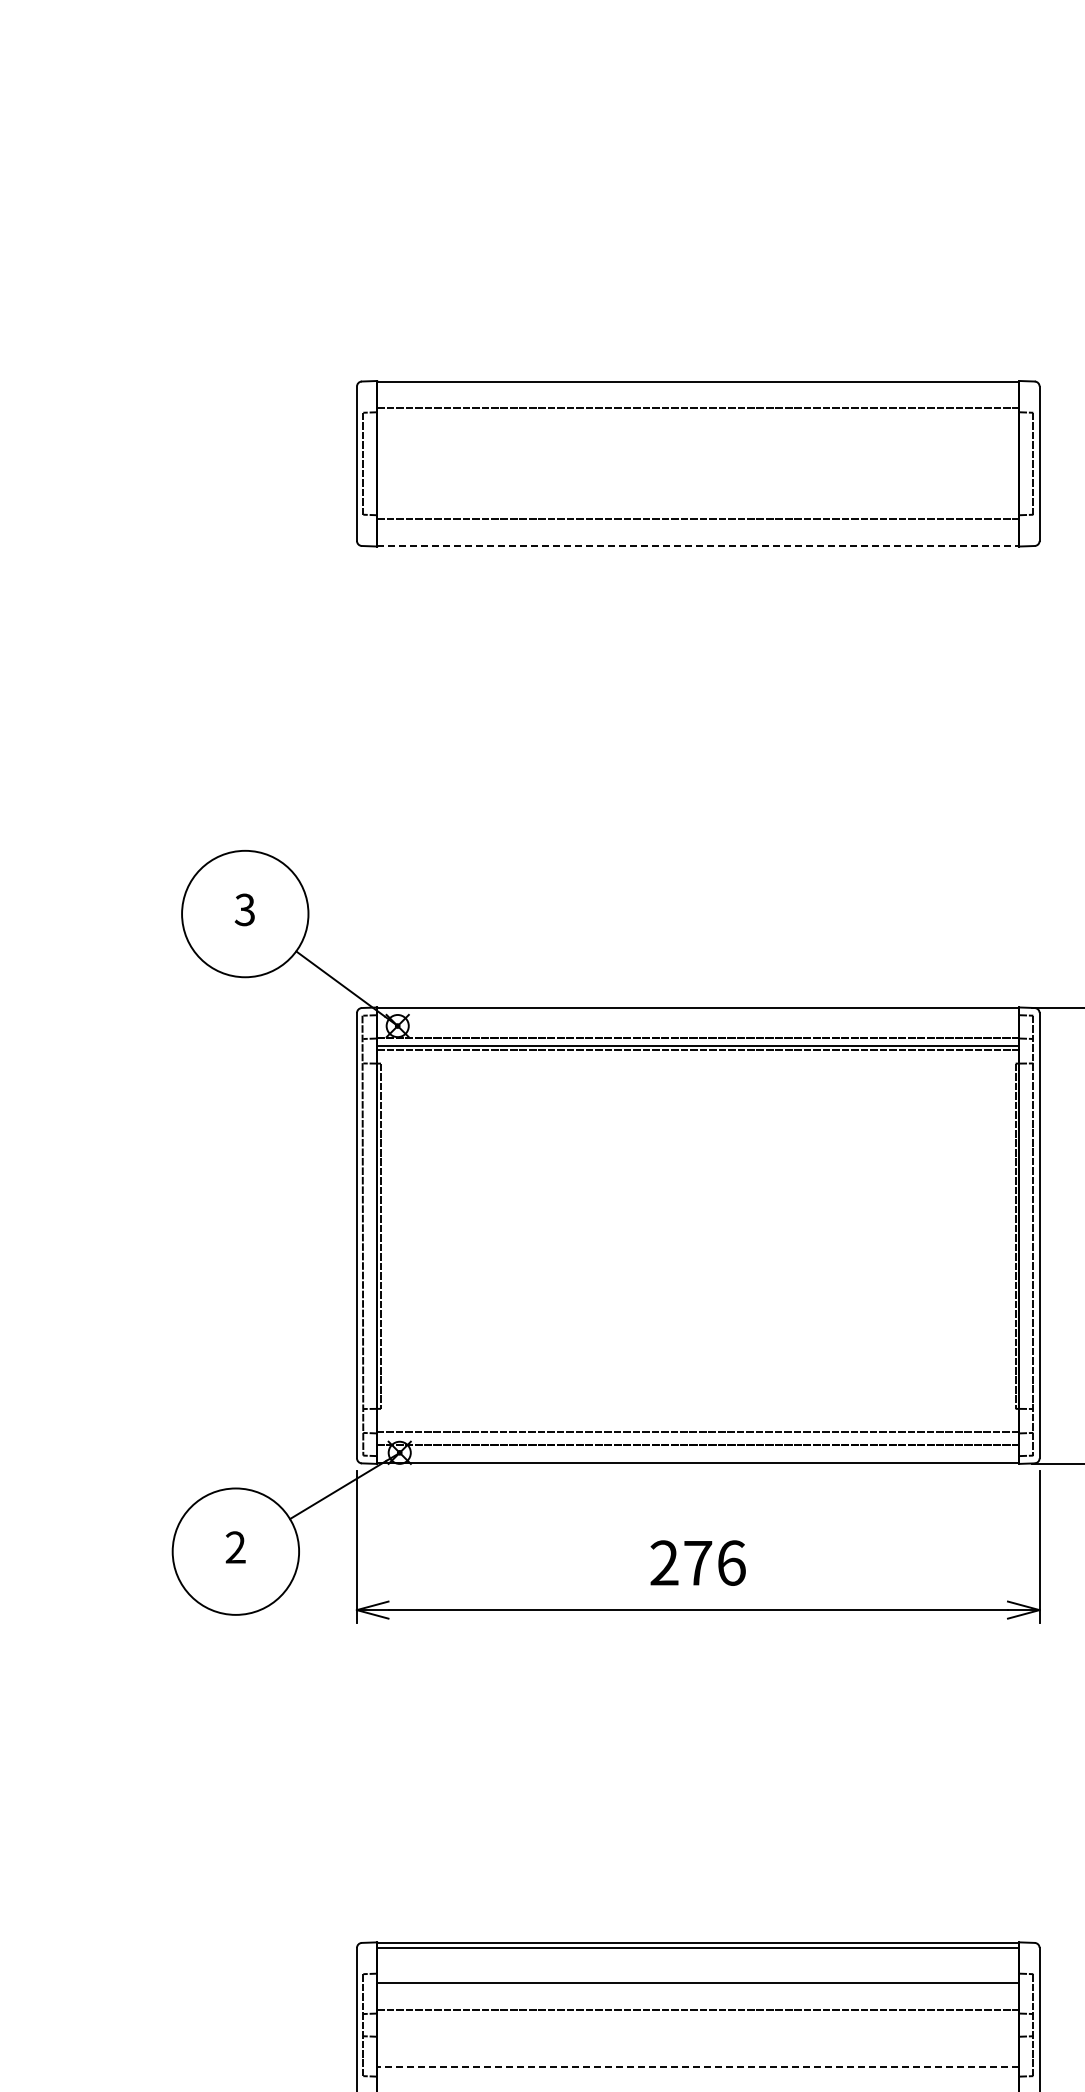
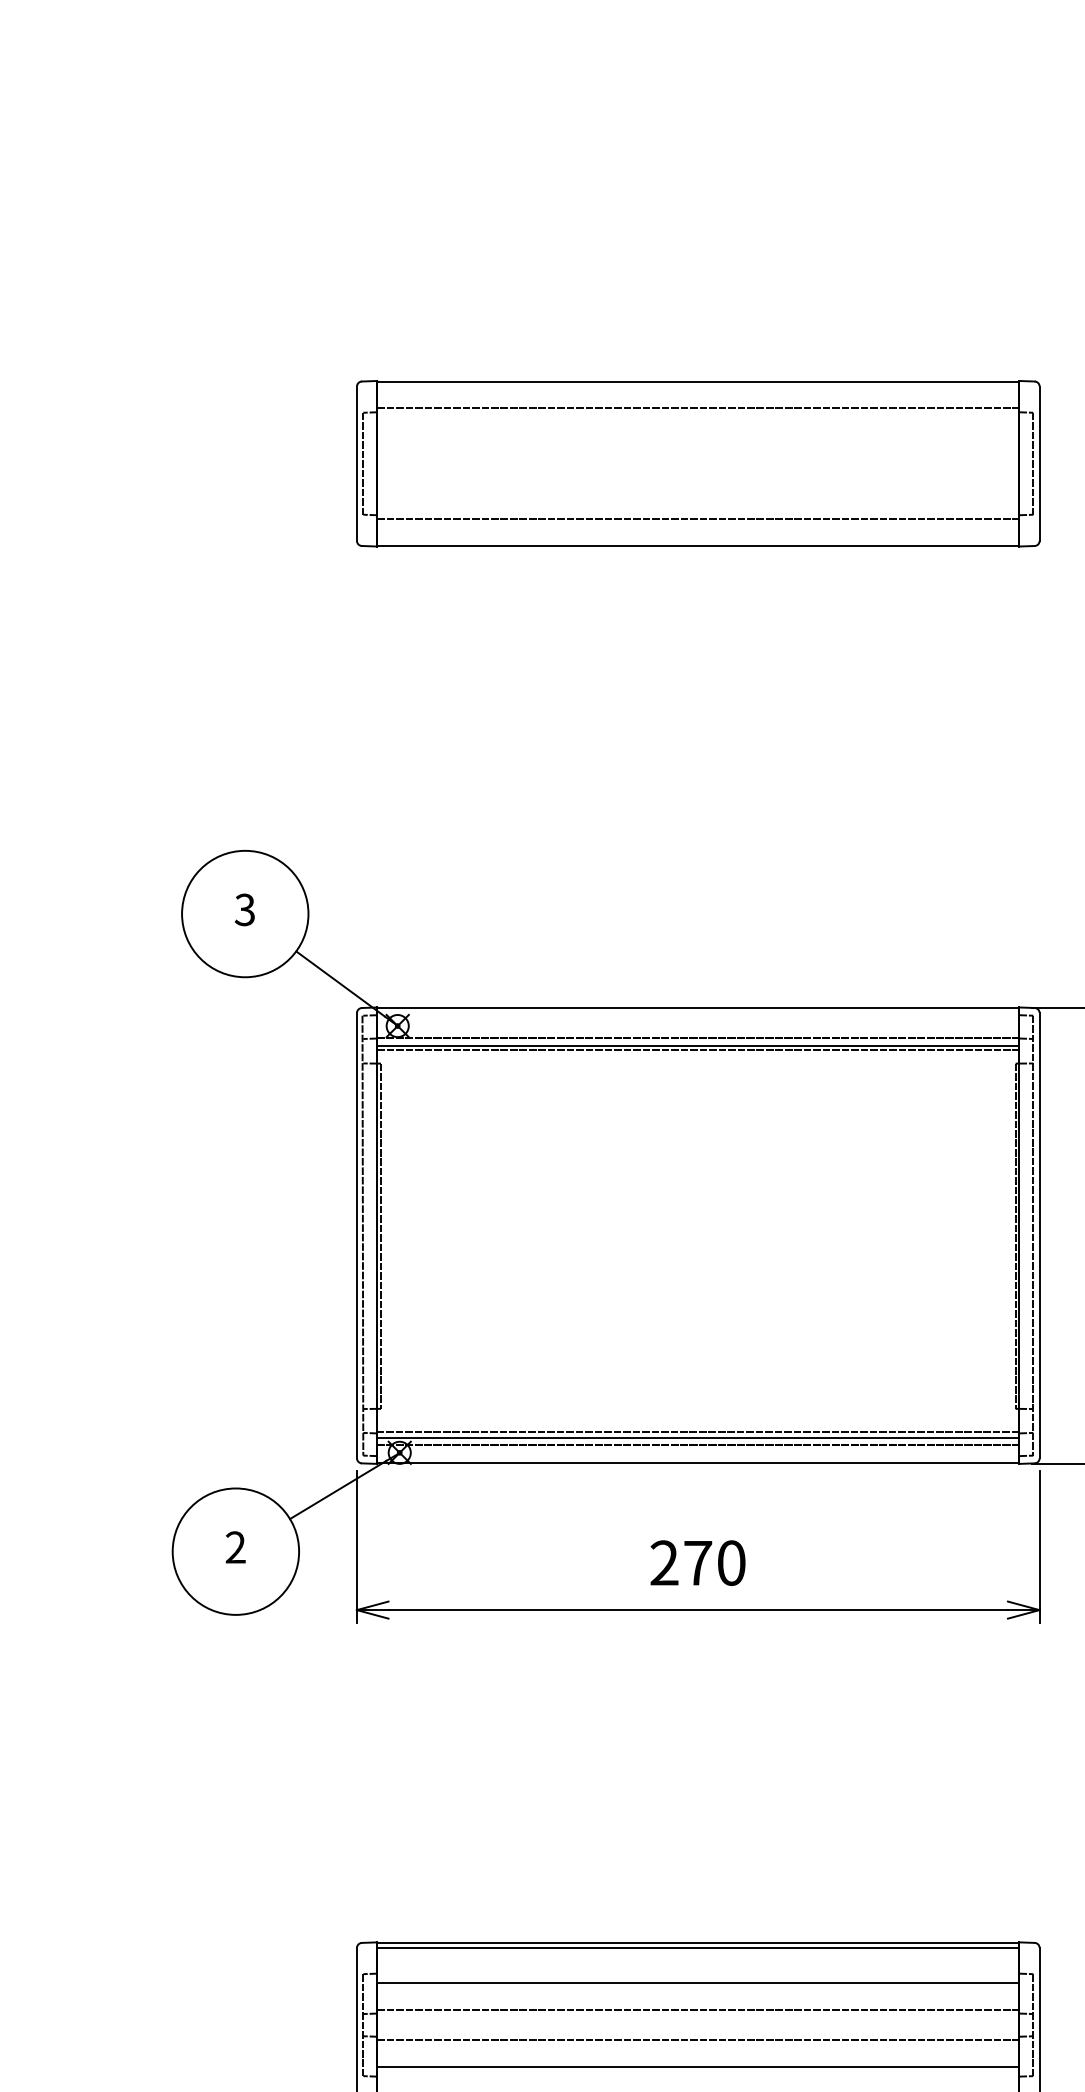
line at (698, 545): dashed -> solid
line at (698, 1437): none -> present
text at (731, 1562): 276 -> 270
line at (698, 2039): none -> present
line at (697, 2067): dashed -> solid
